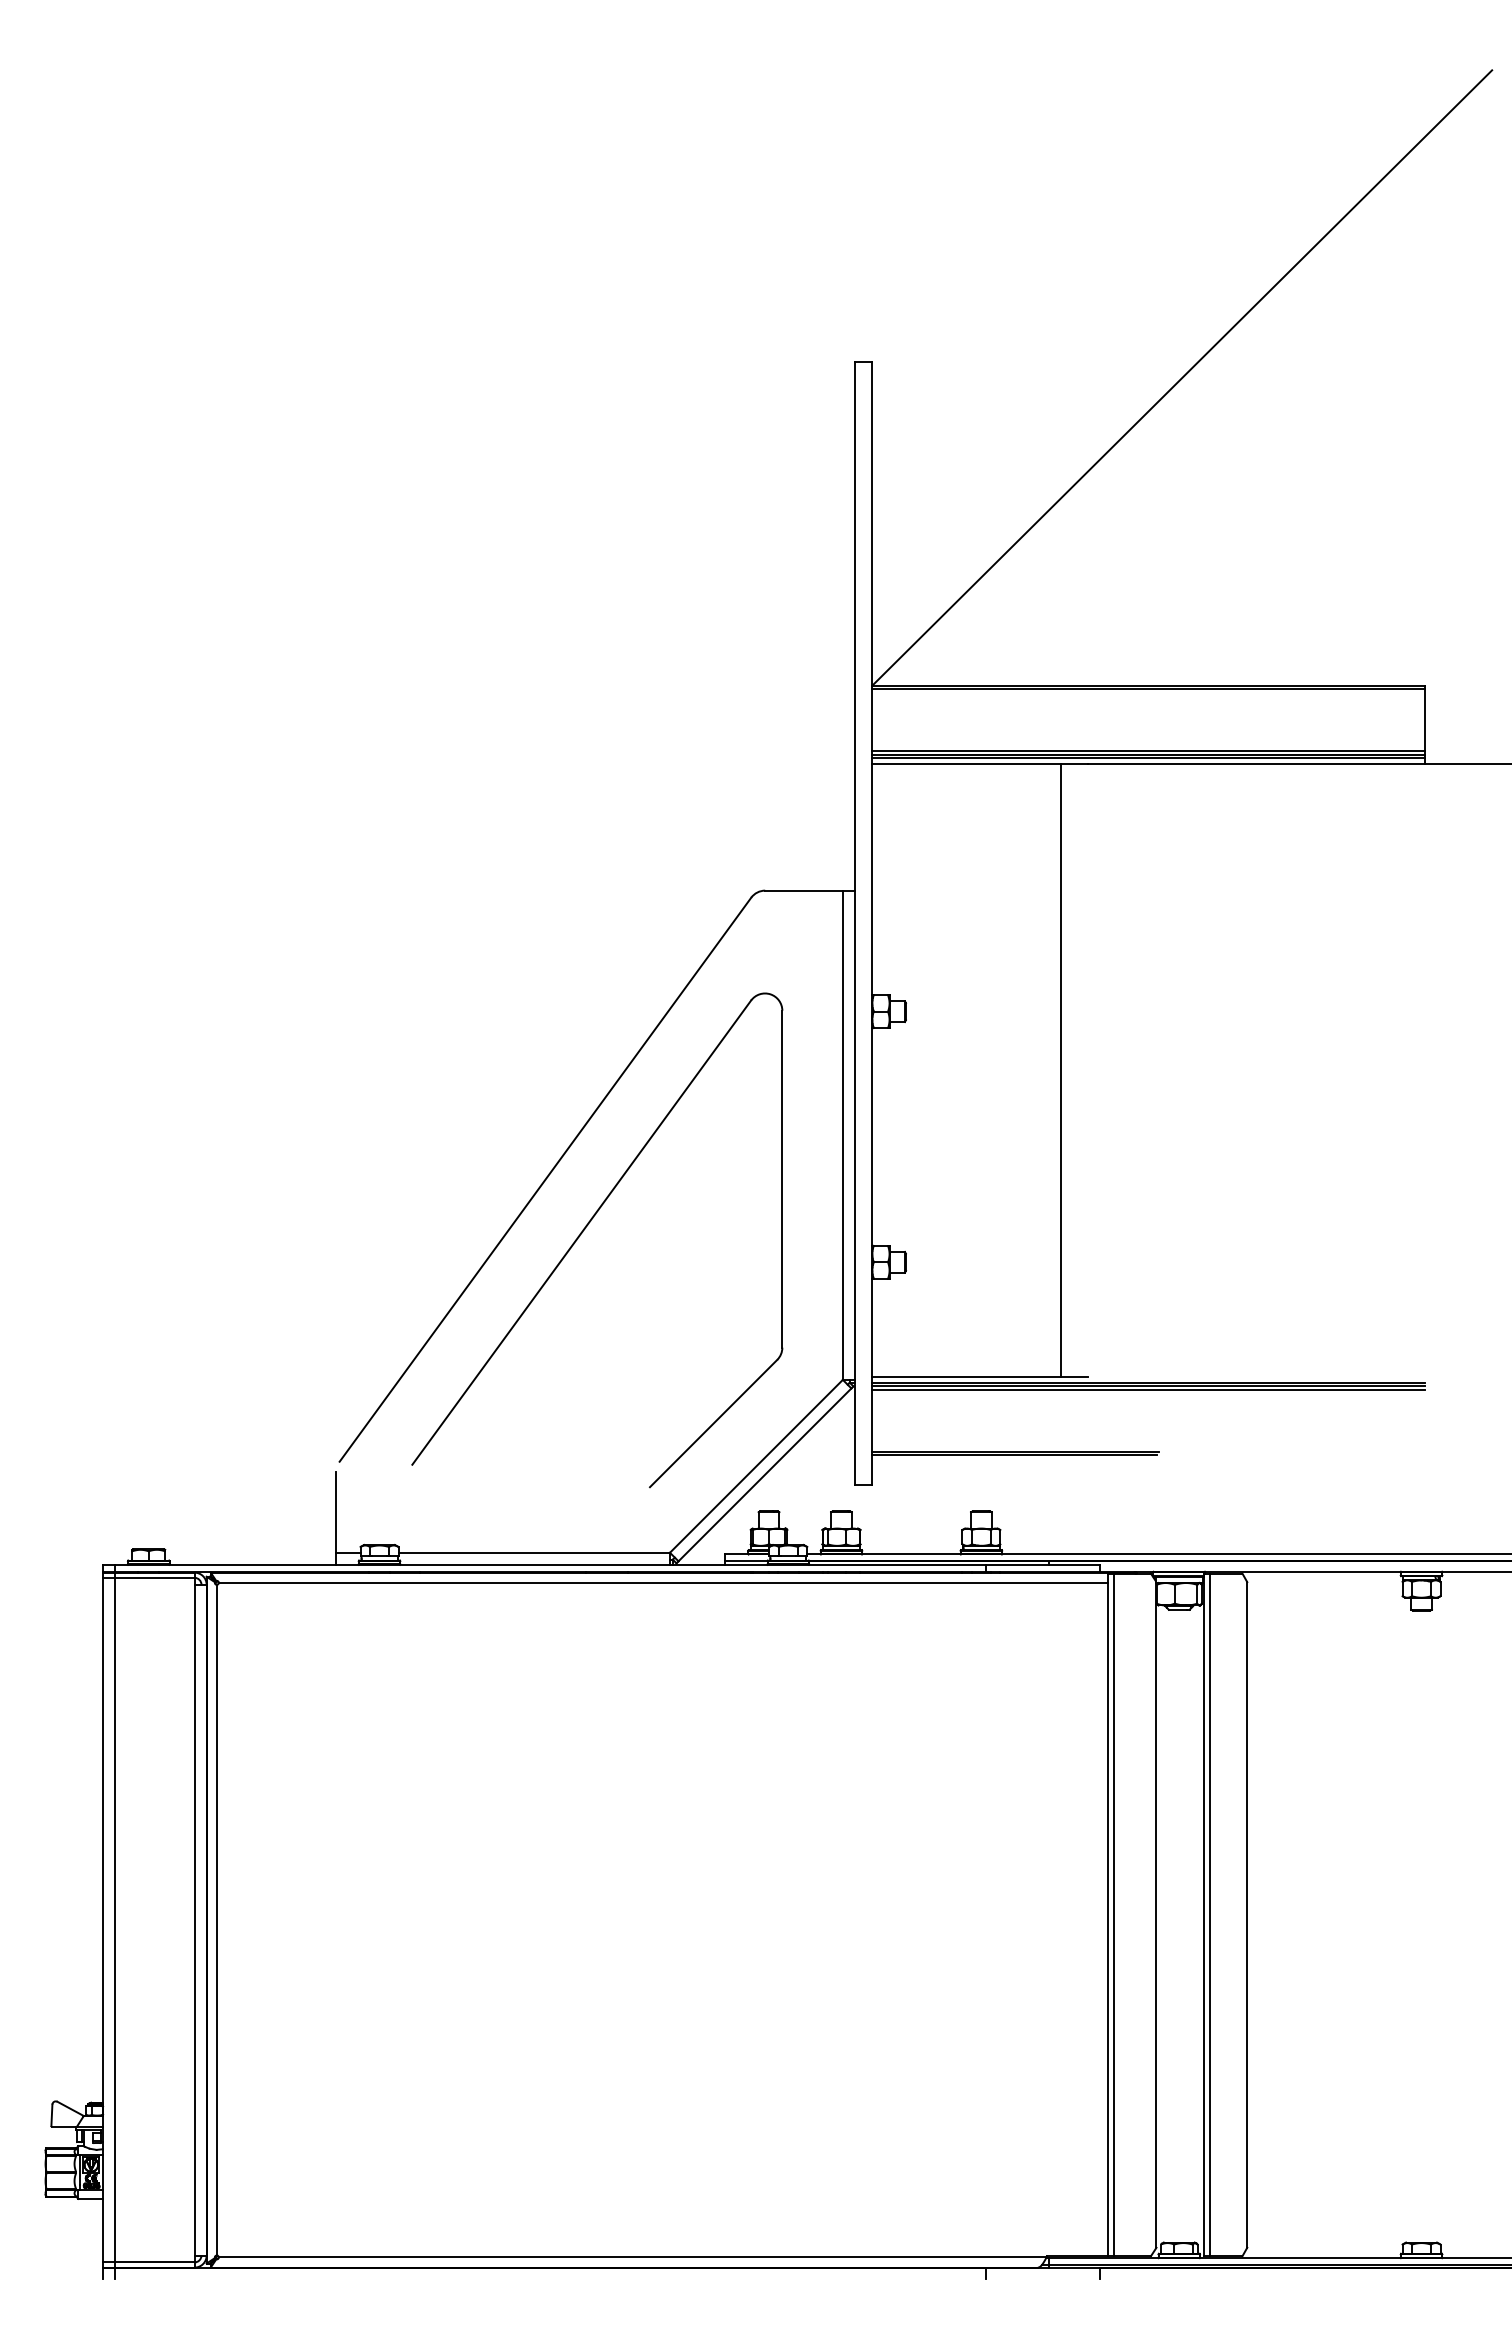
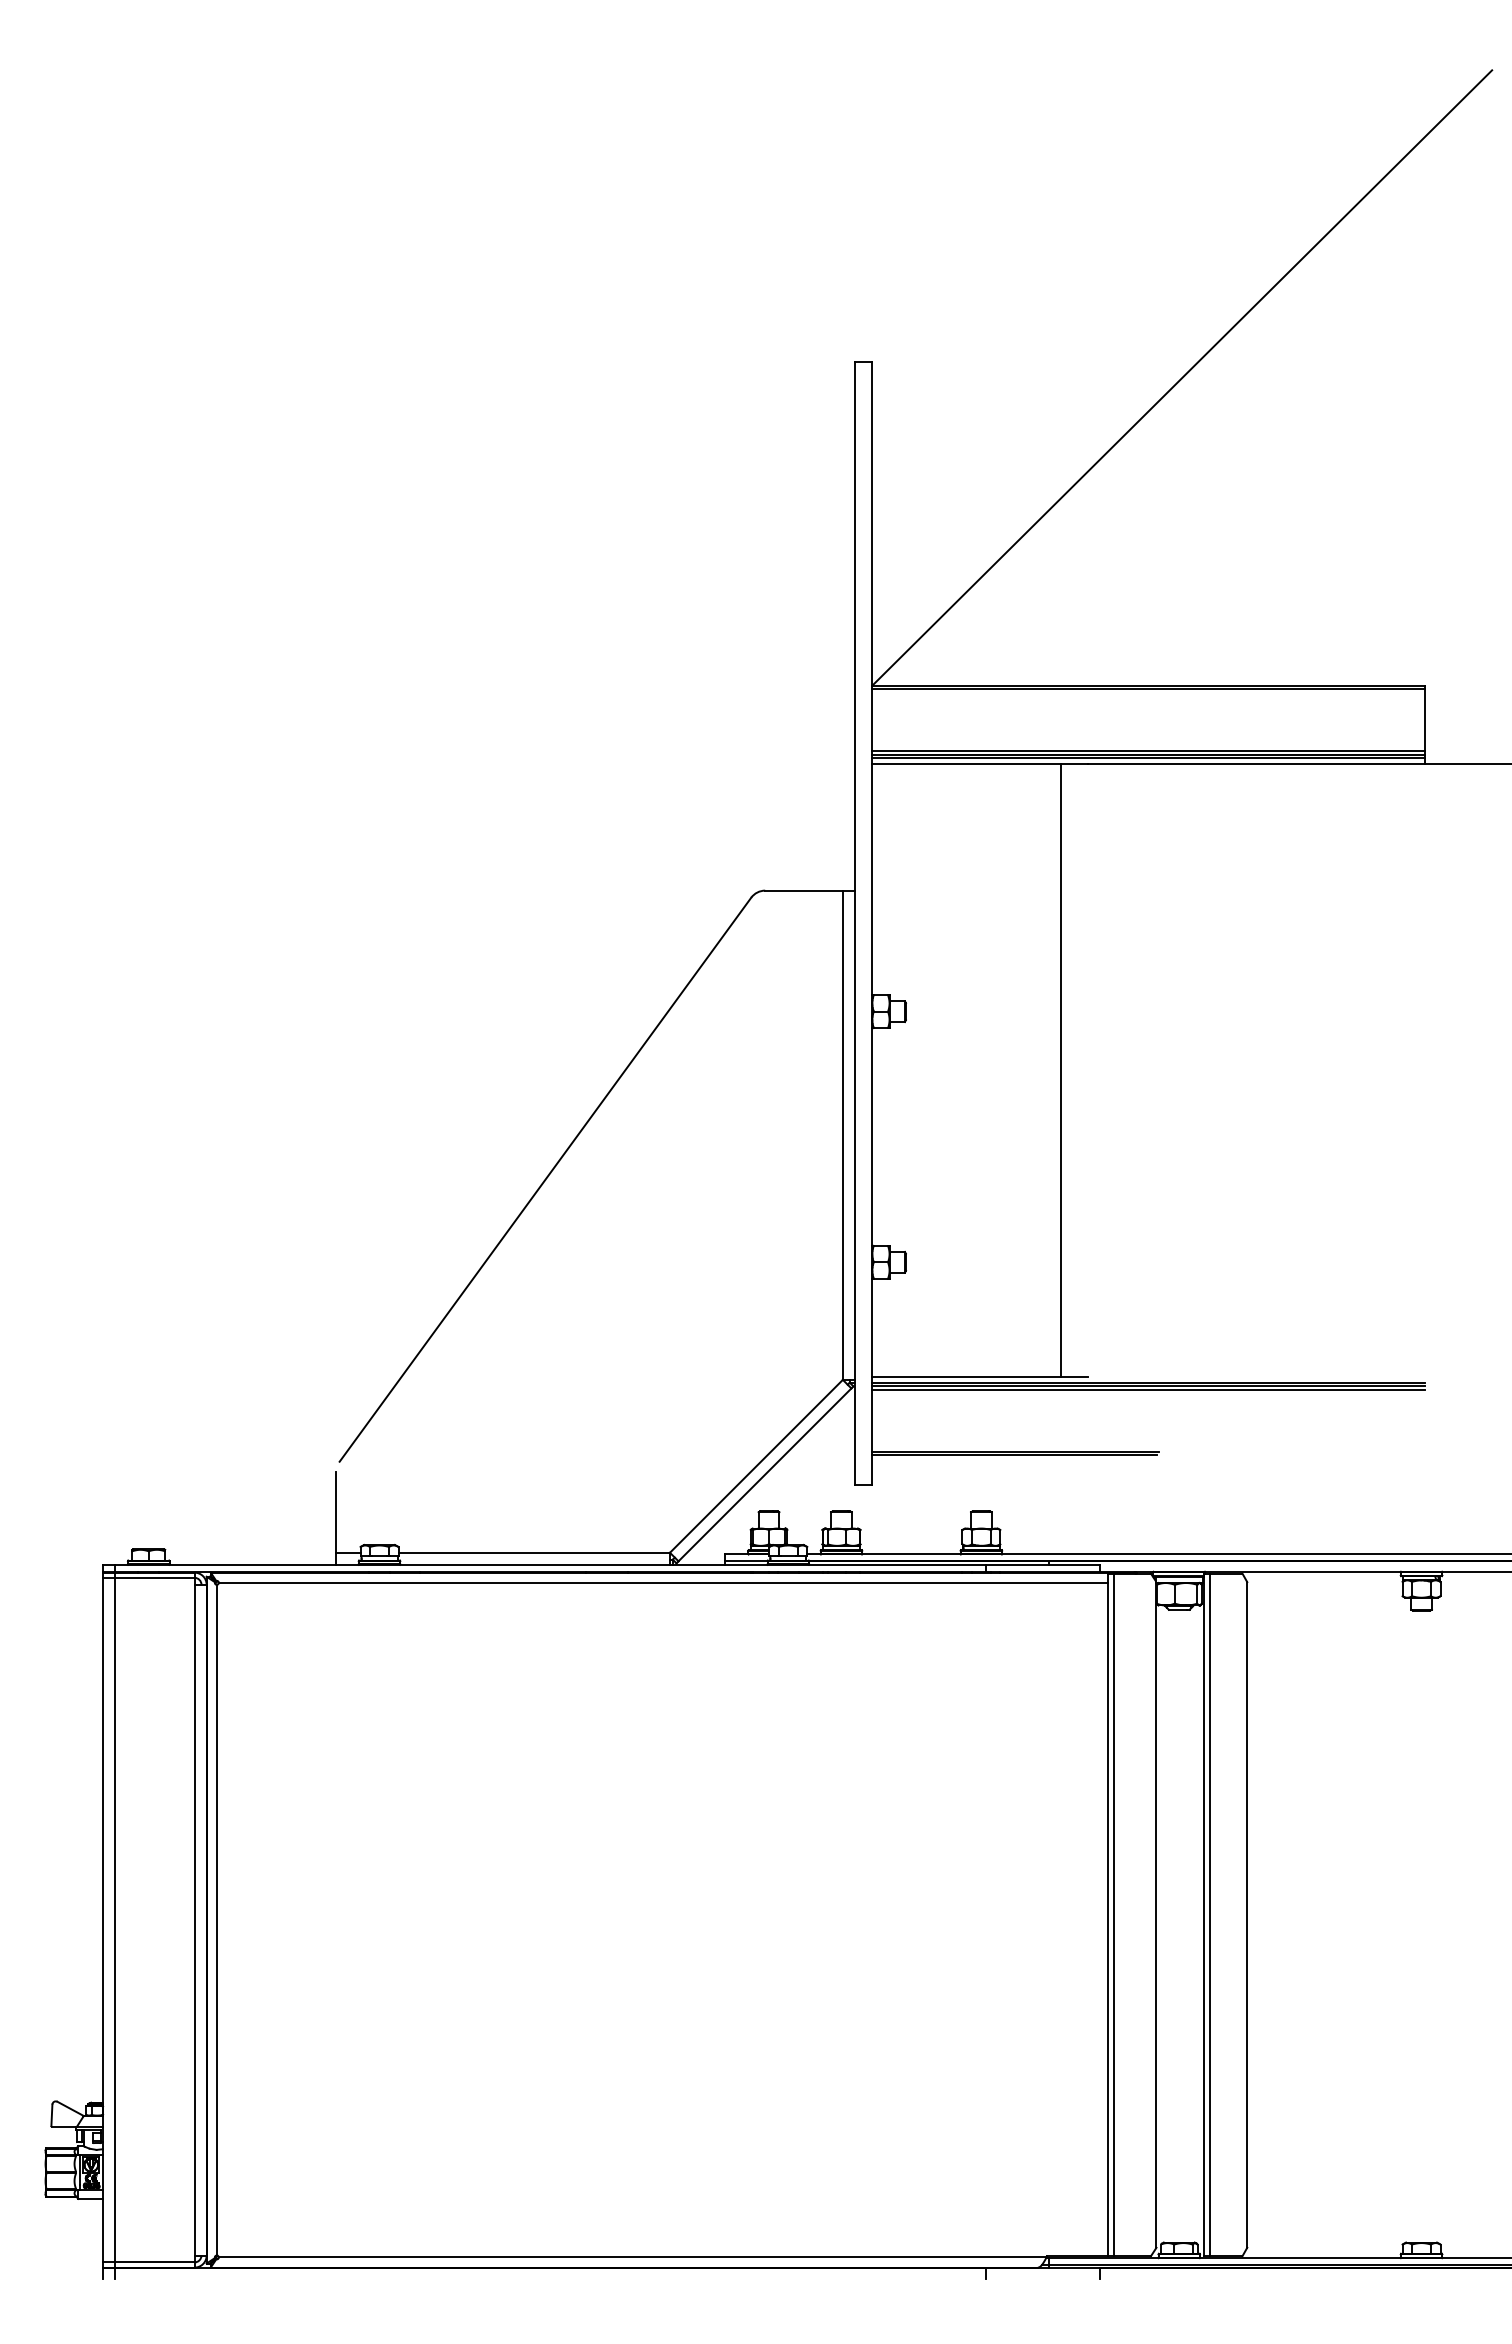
part at (583, 1232): present -> none
